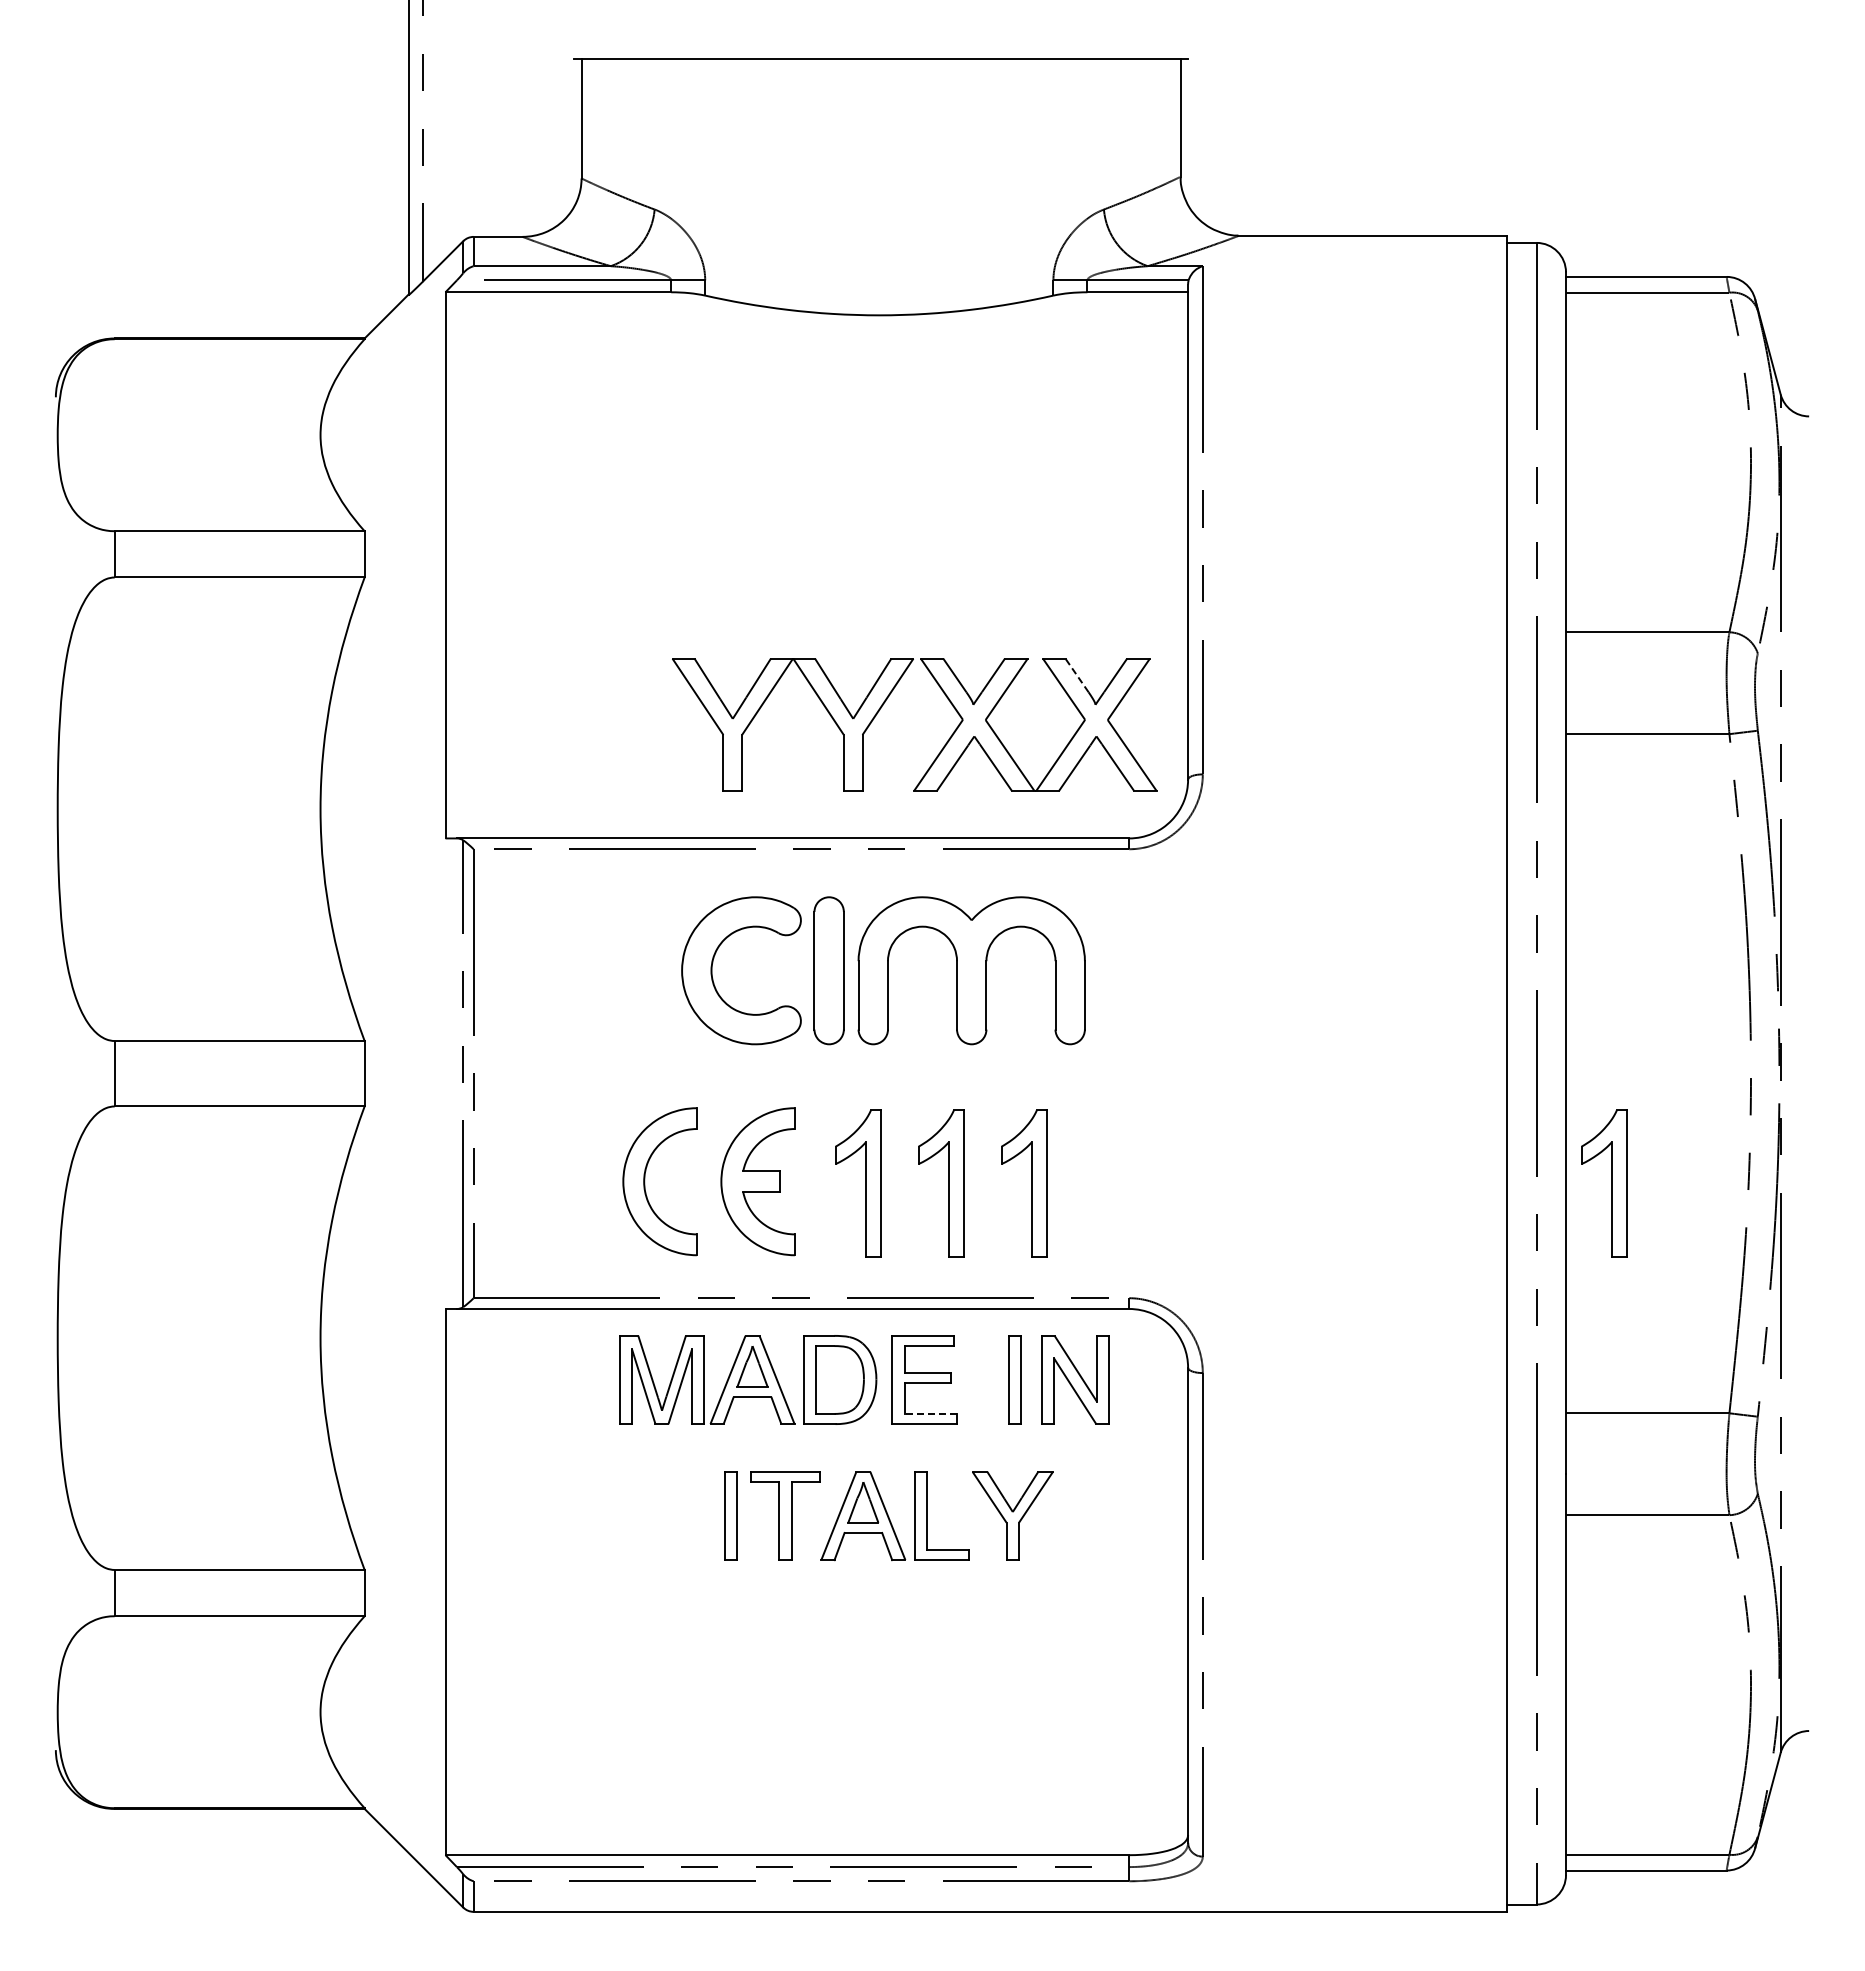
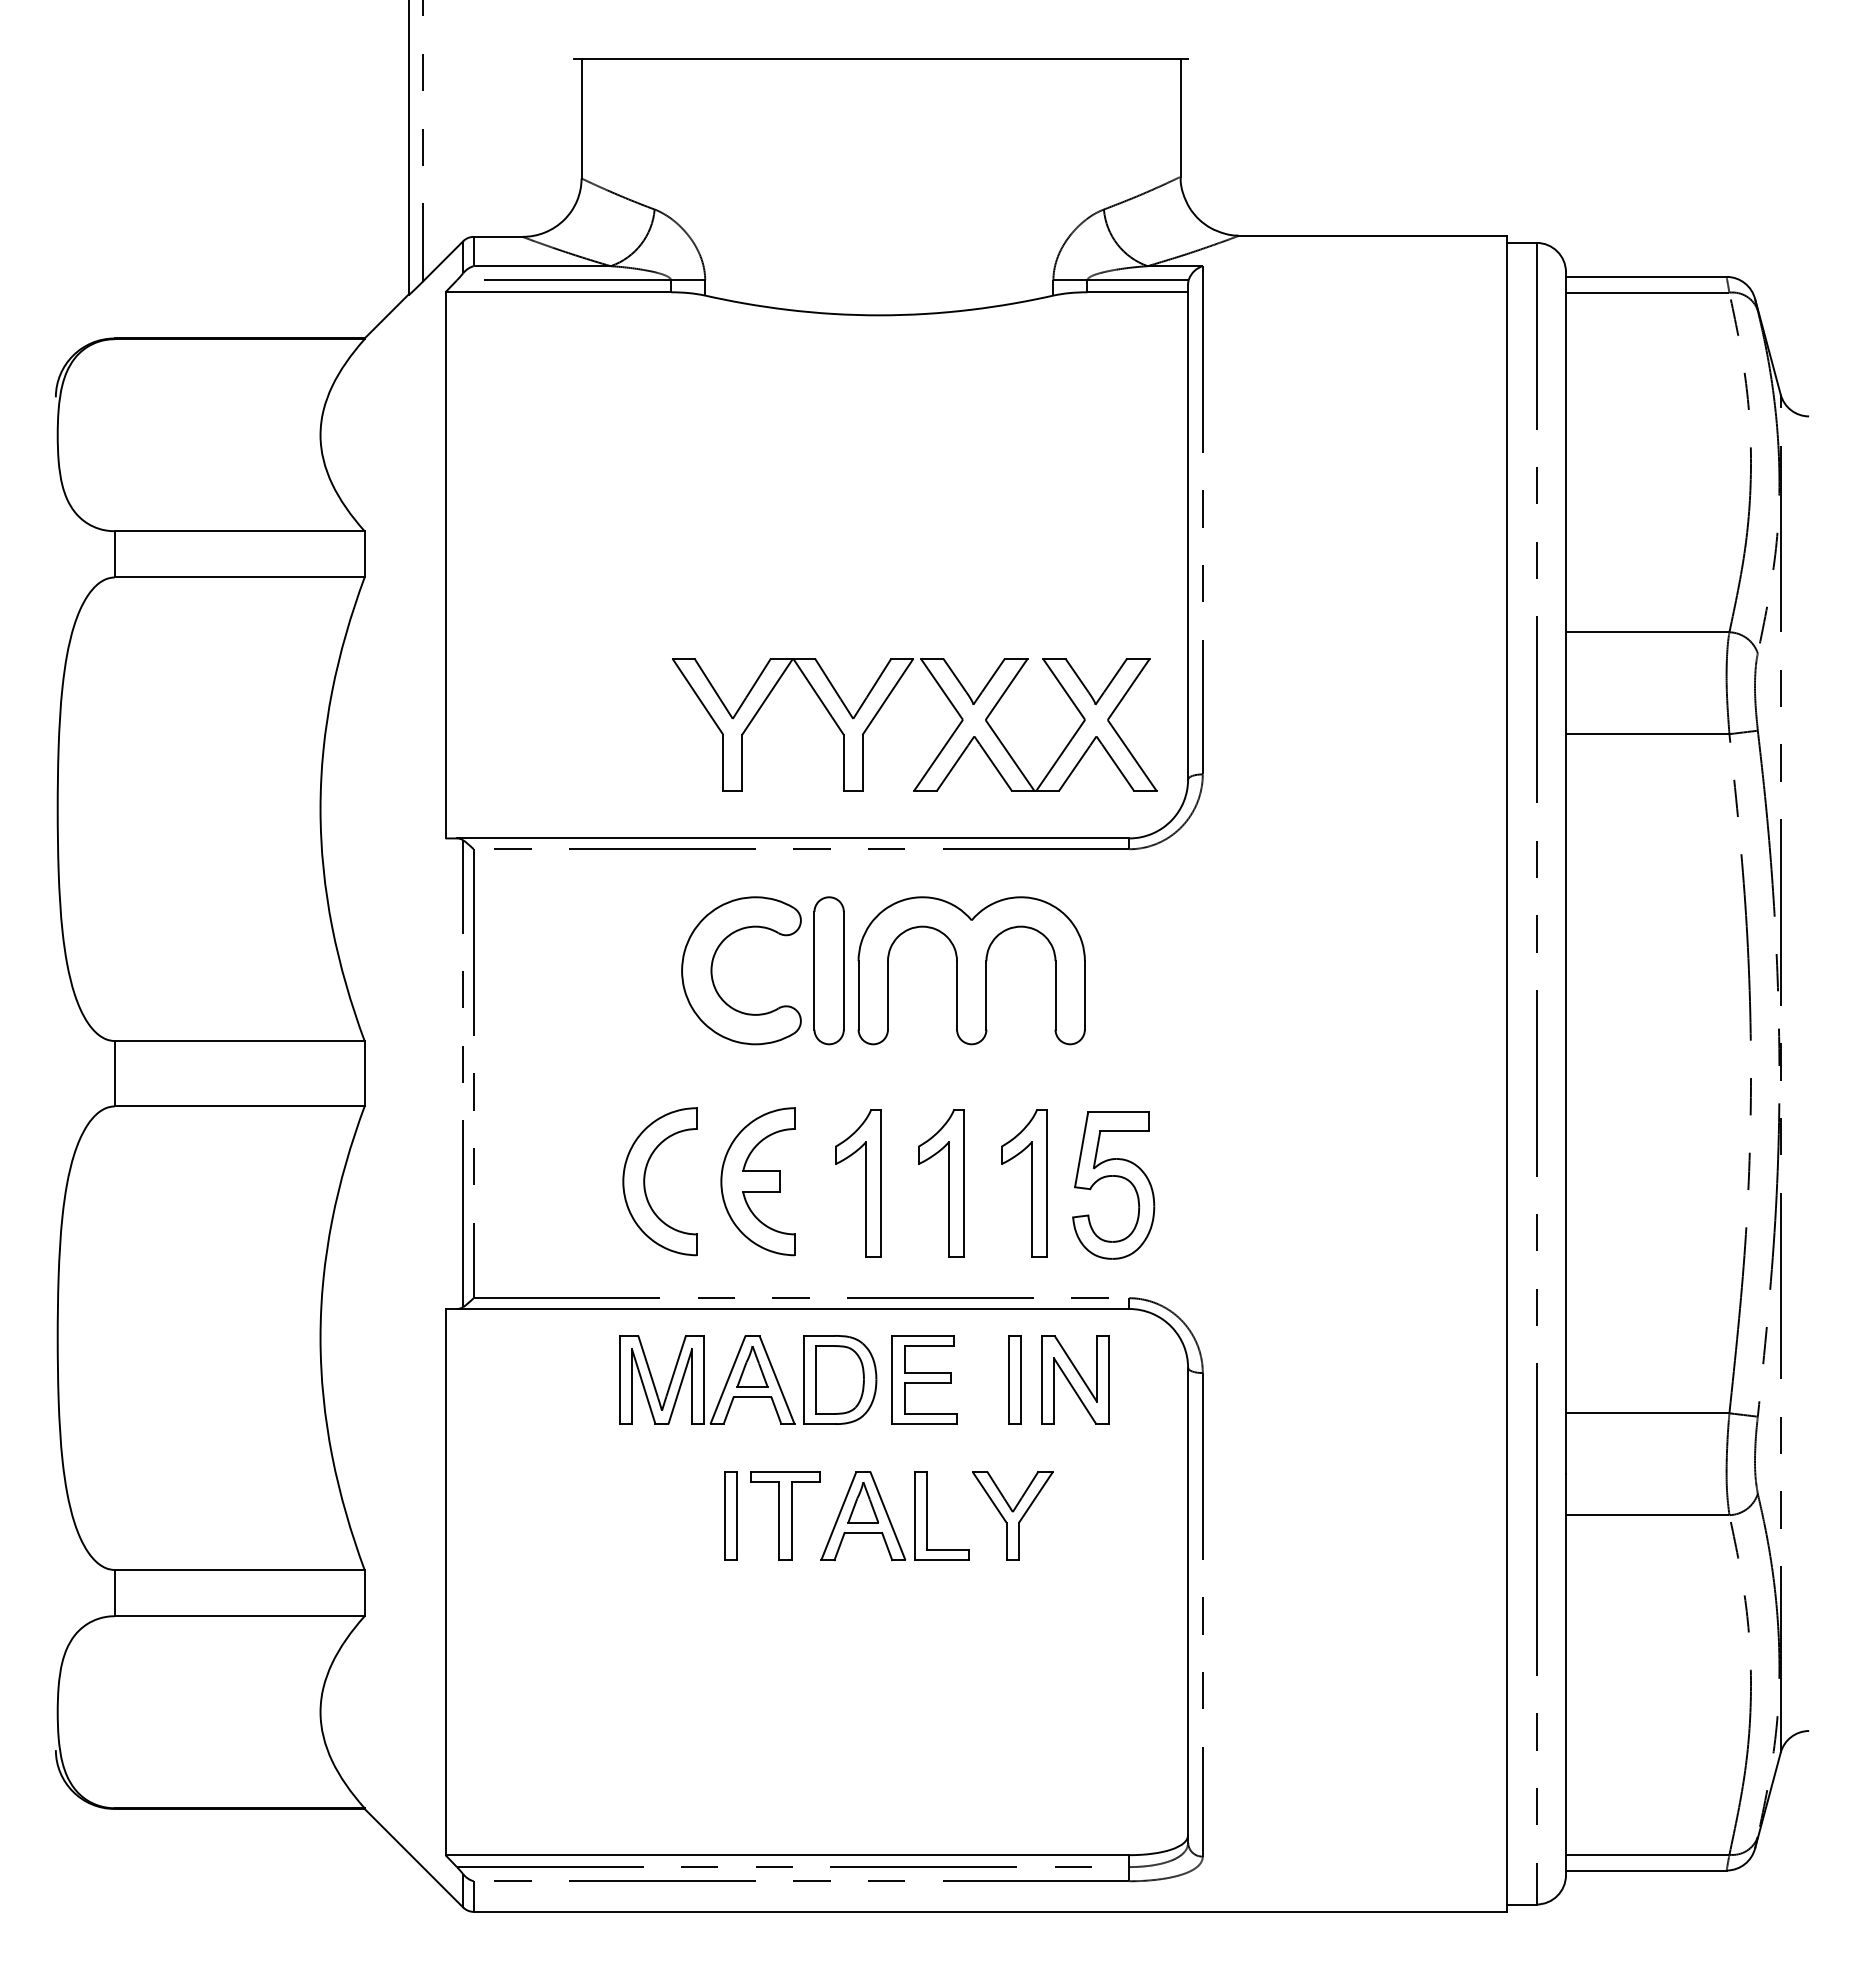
line at (1076, 675): dashed -> solid
part at (1117, 1177): none -> present
part at (1611, 1183): present -> none
line at (930, 1413): dashed -> solid
